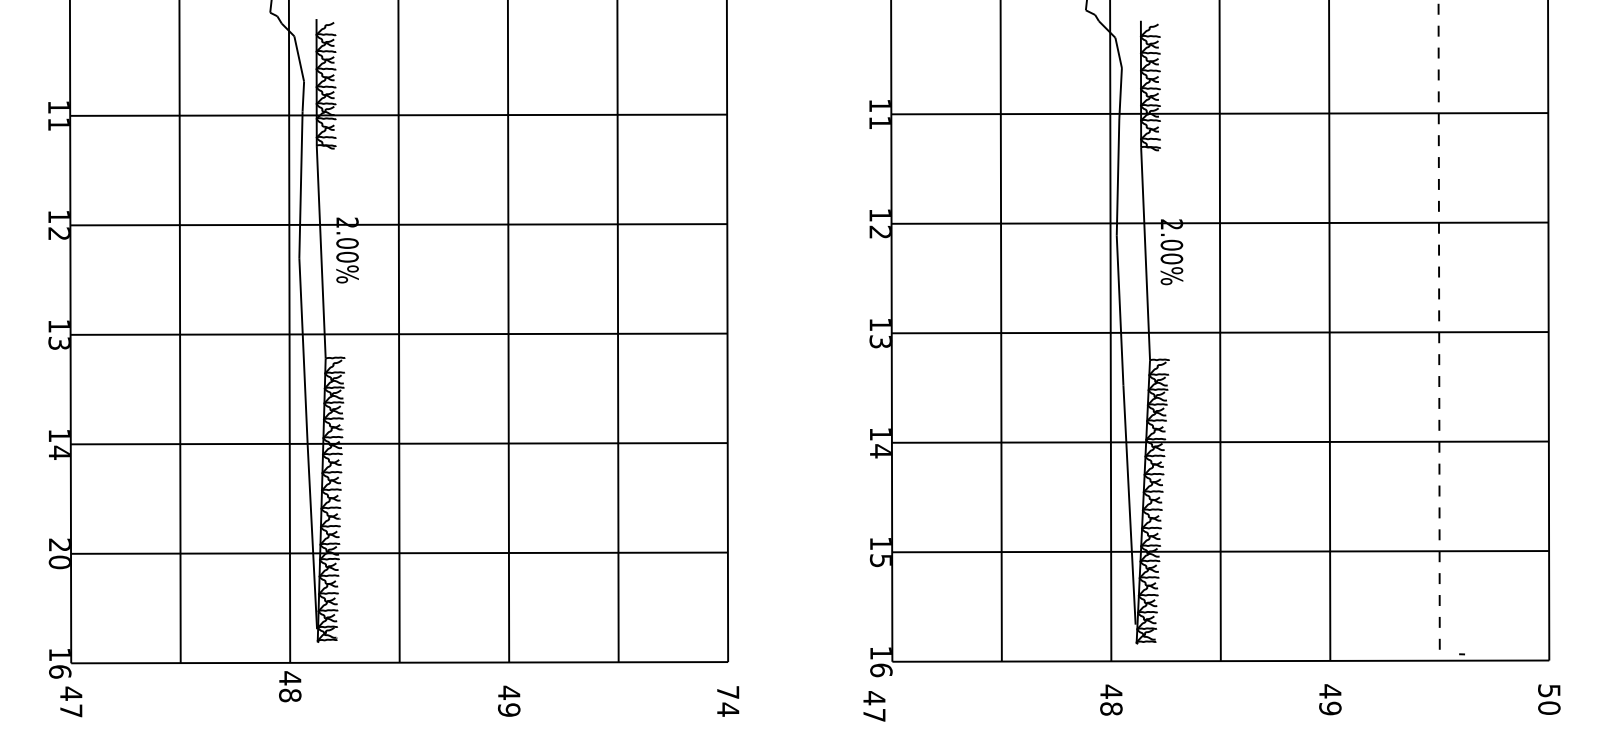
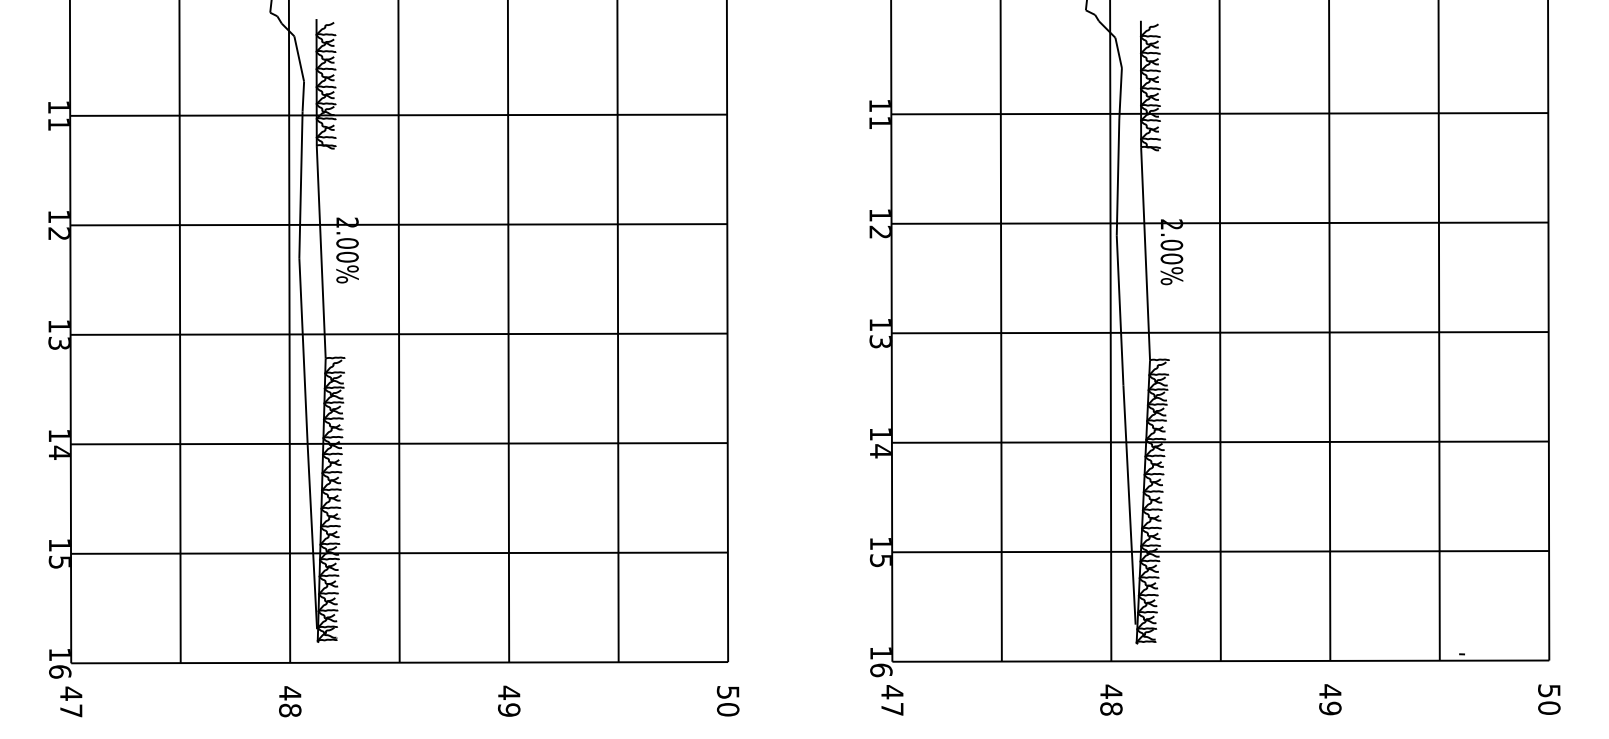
line at (1439, 330): dashed -> solid
text at (58, 553): 20 -> 15
text at (290, 686) position: (290, 686) -> (290, 701)
text at (727, 701): 74 -> 50
text at (874, 706) position: (874, 706) -> (892, 700)
